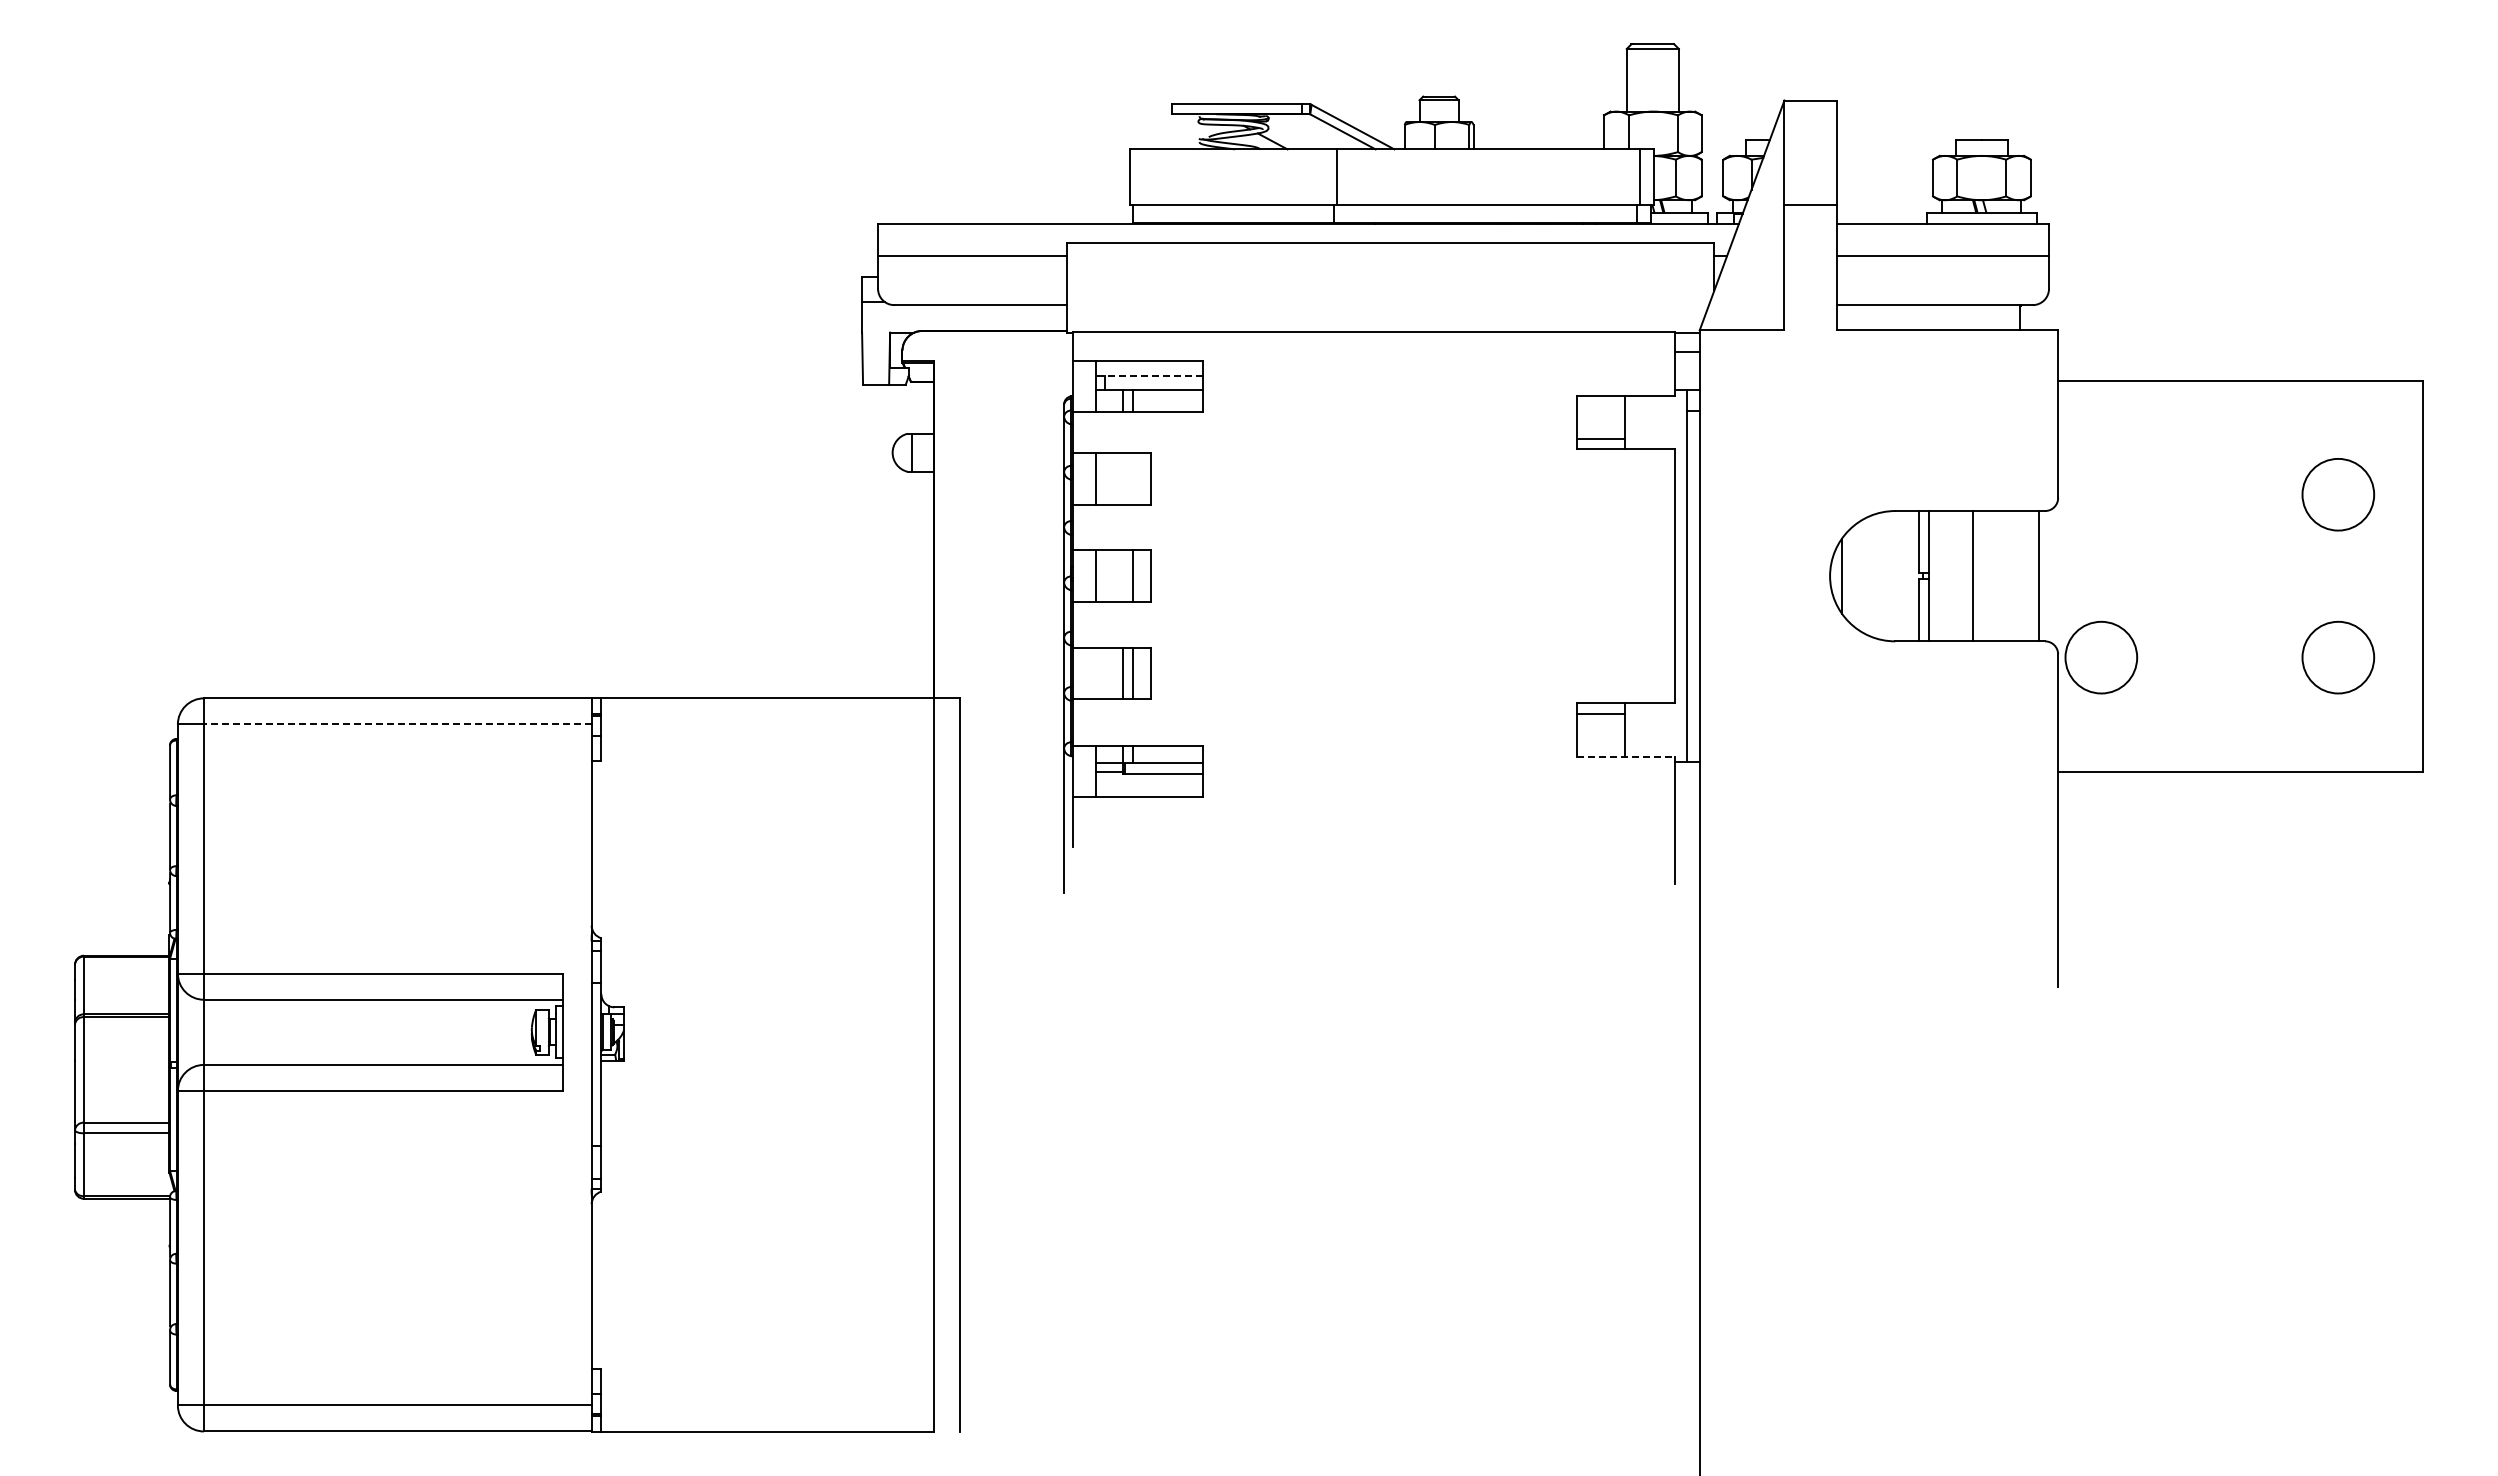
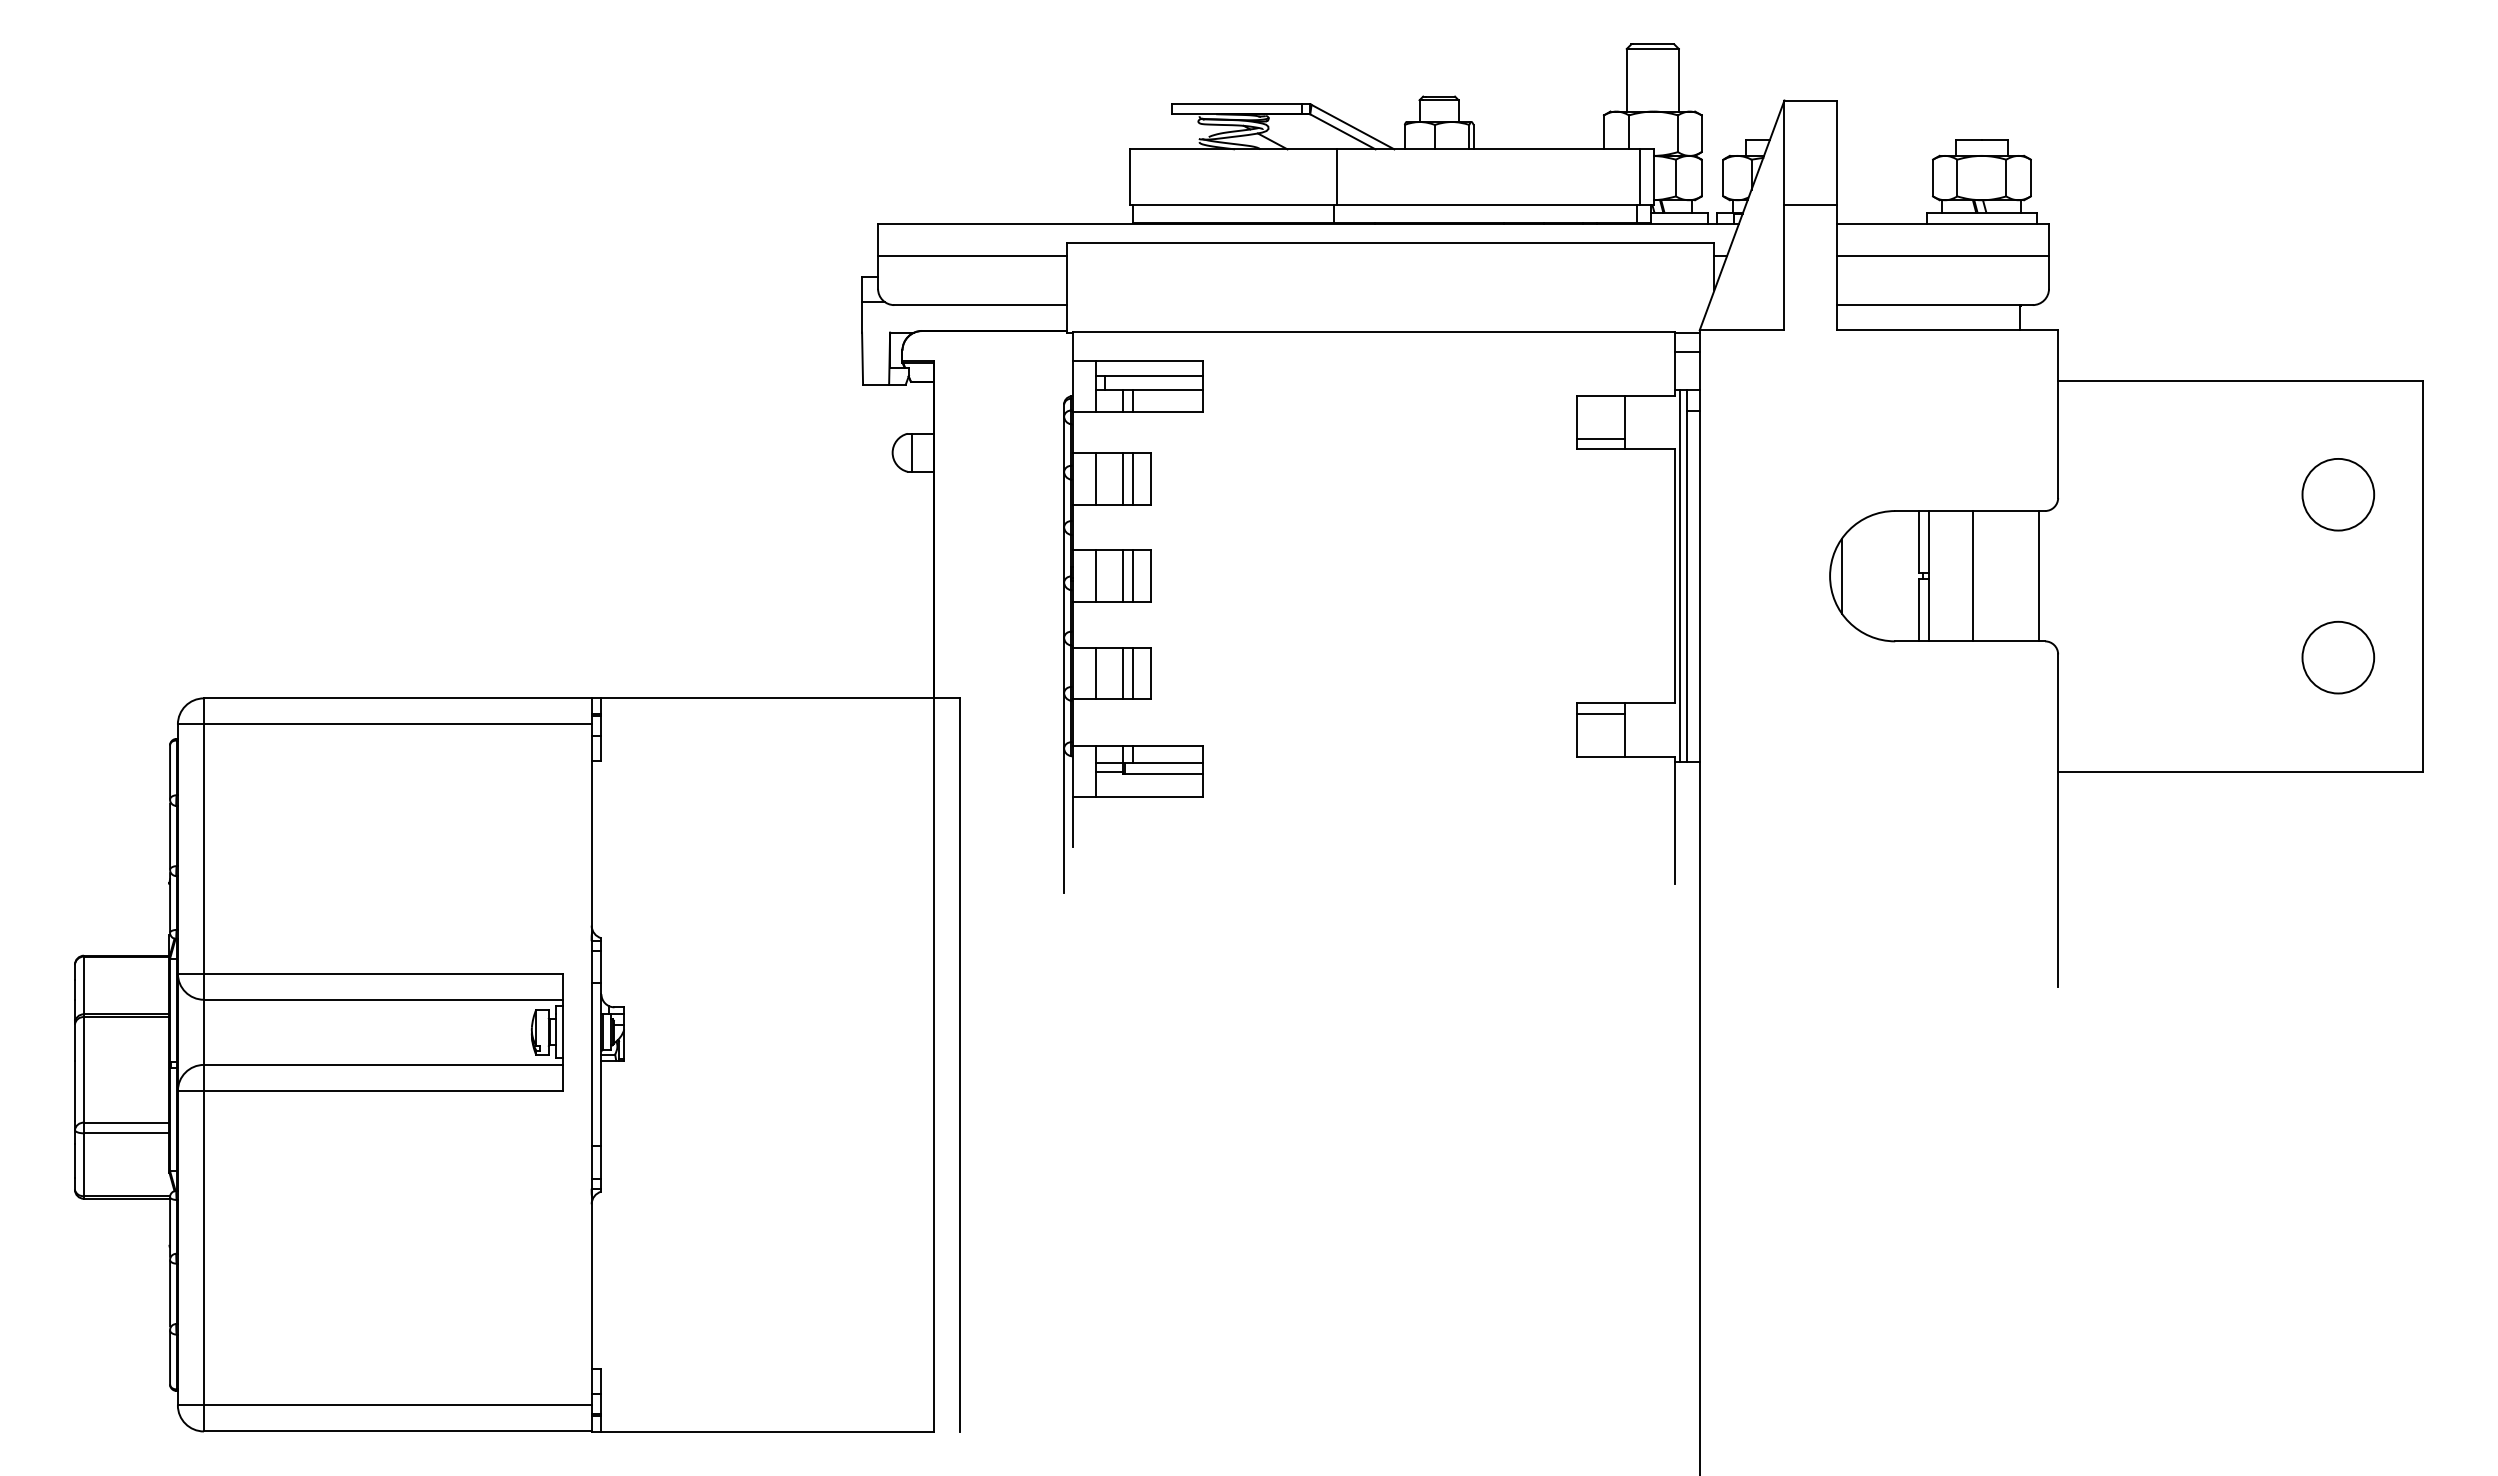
line at (1148, 376): dashed -> solid
line at (1123, 478): none -> present
line at (1133, 478): none -> present
line at (1123, 575): none -> present
line at (1680, 576): none -> present
circle at (2101, 657): present -> none
line at (1096, 673): none -> present
line at (397, 724): dashed -> solid
line at (1625, 756): dashed -> solid
